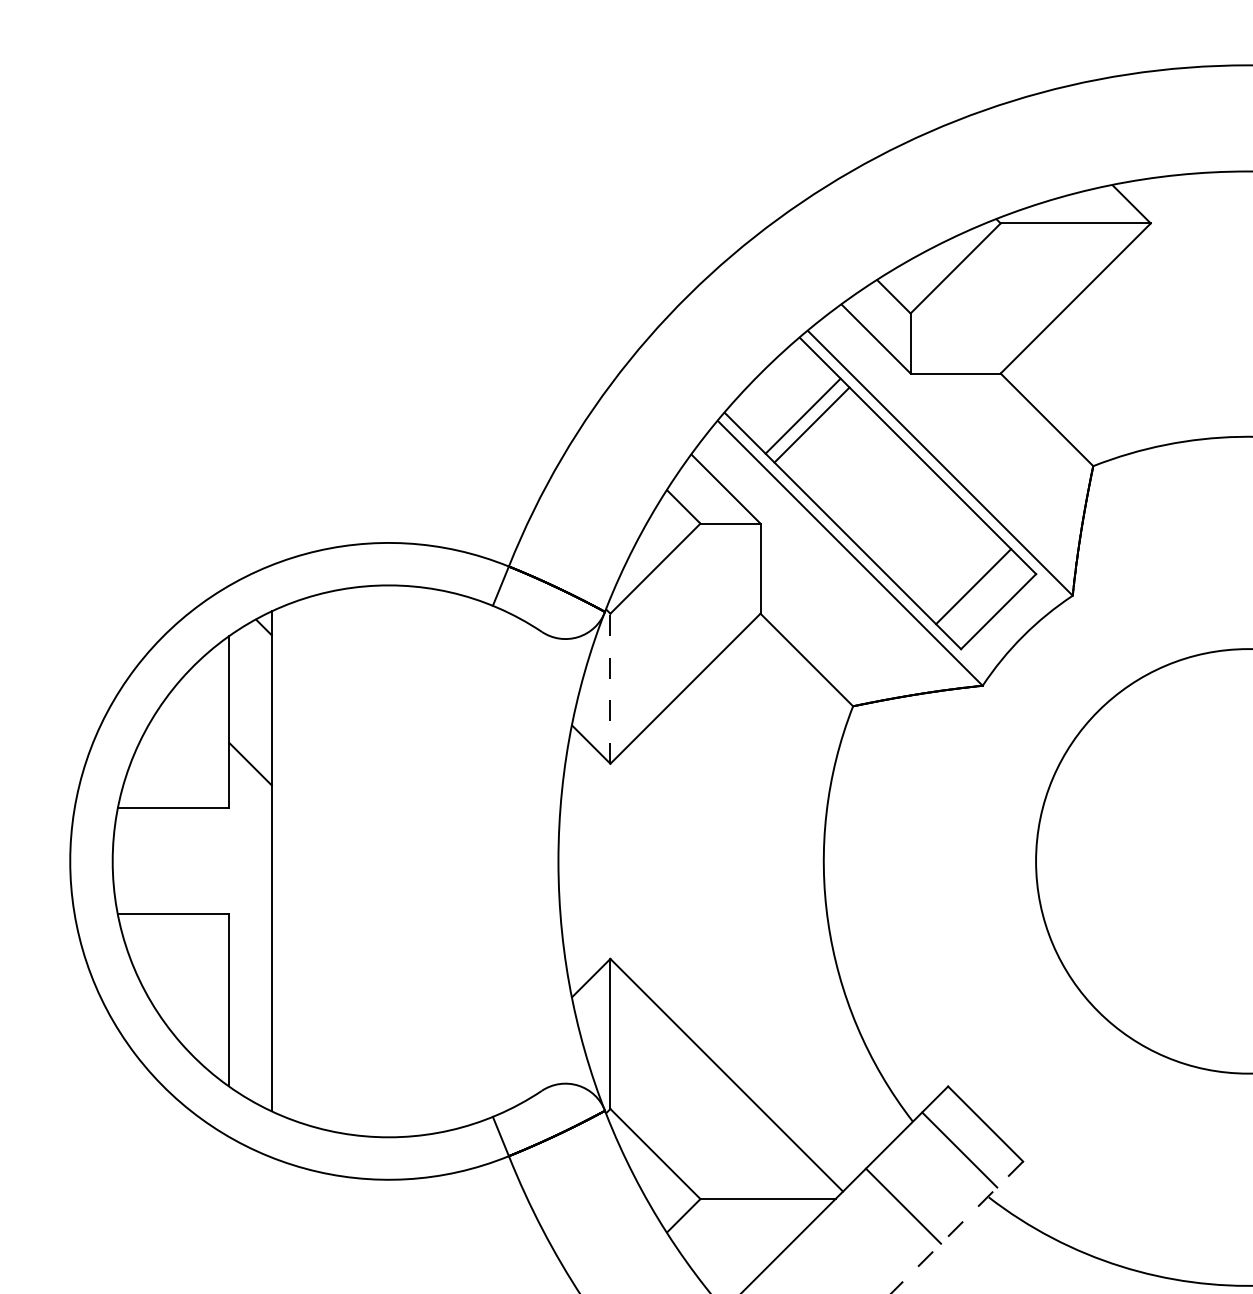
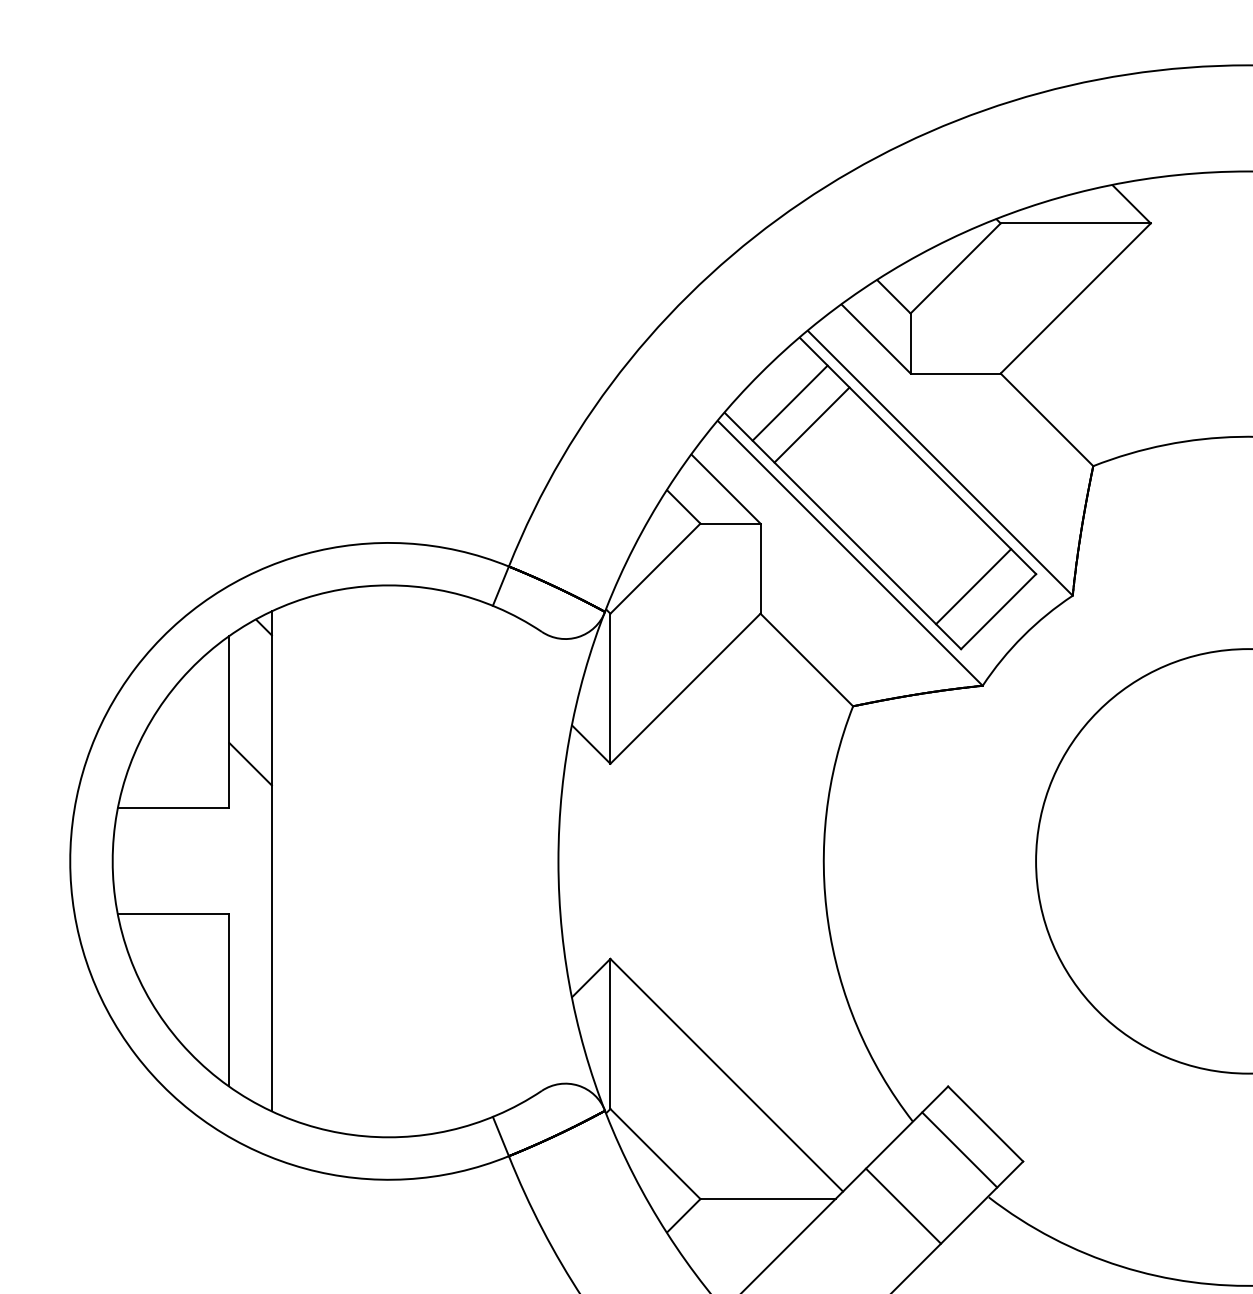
line at (802, 415) position: (802, 415) -> (789, 402)
line at (610, 688): dashed -> solid
line at (956, 1227): dashed -> solid
